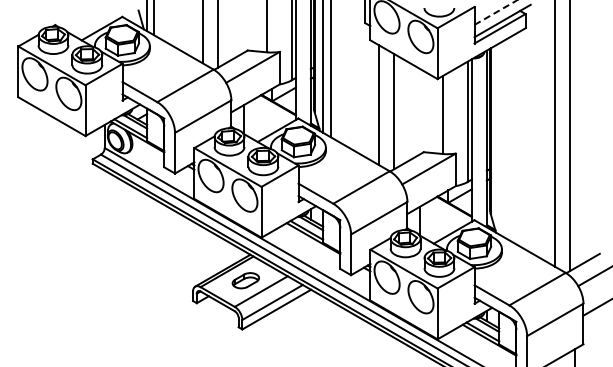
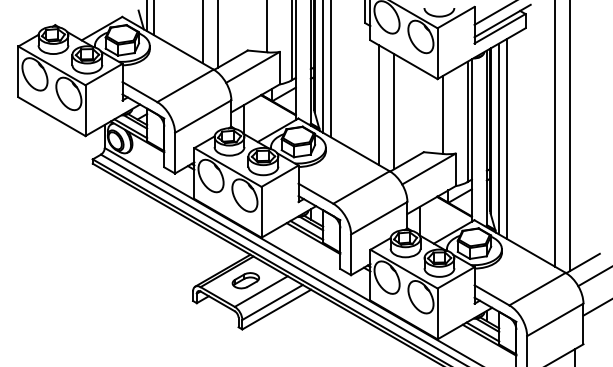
line at (496, 12): dashed -> solid
line at (498, 138): none -> present
line at (506, 138): none -> present
